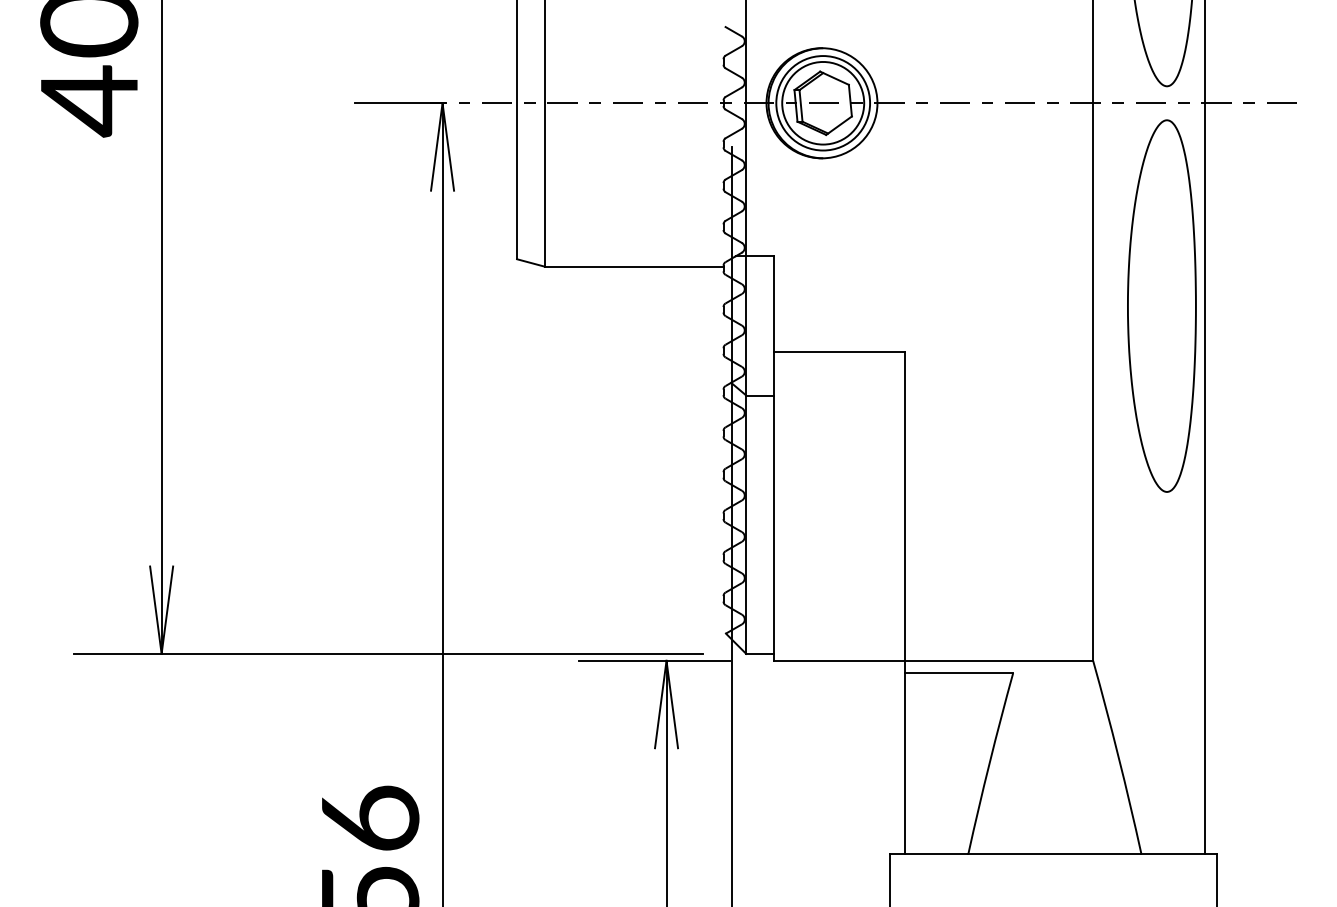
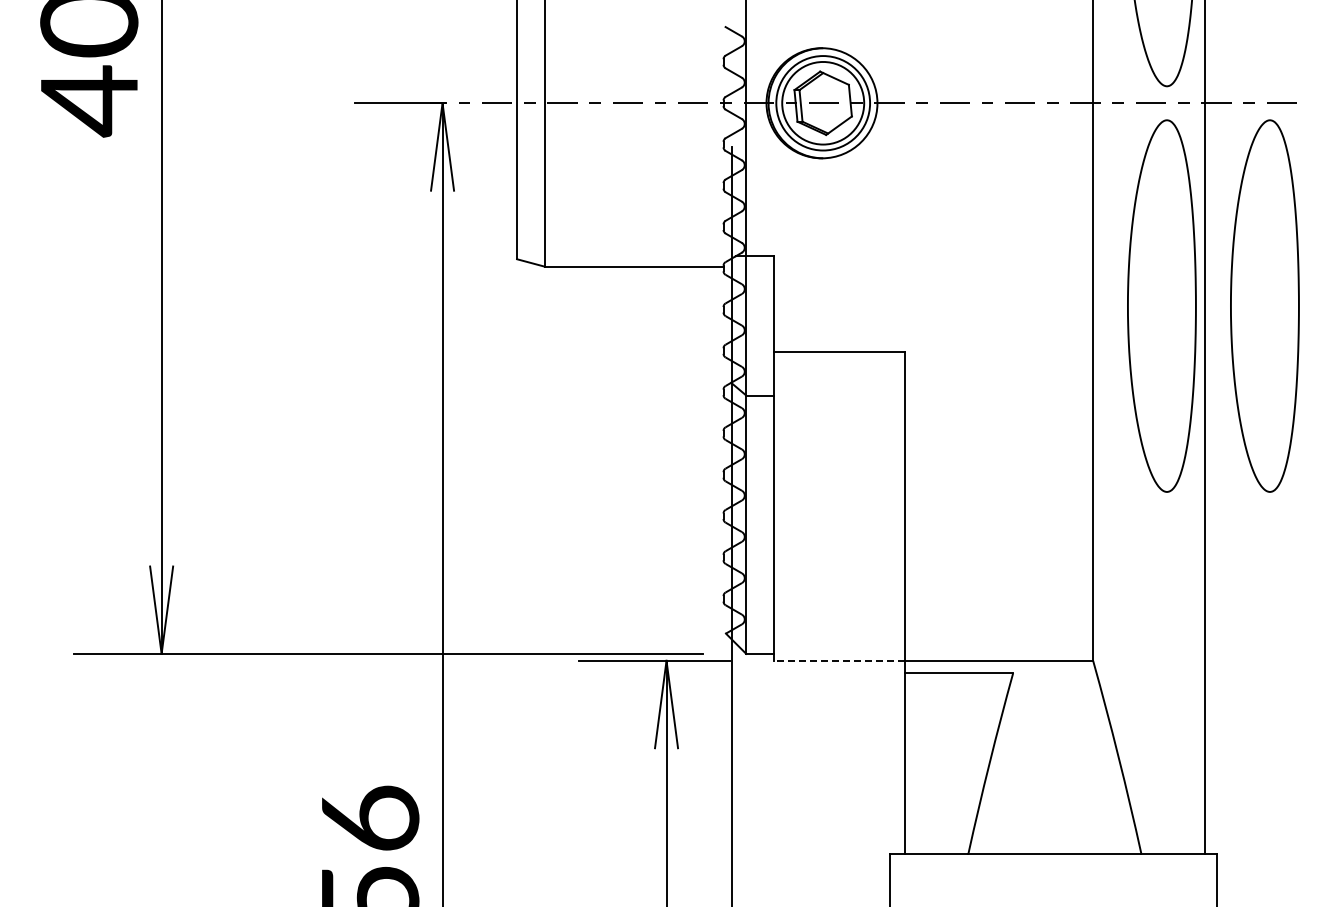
part at (1264, 305): none -> present
line at (839, 660): solid -> dashed
